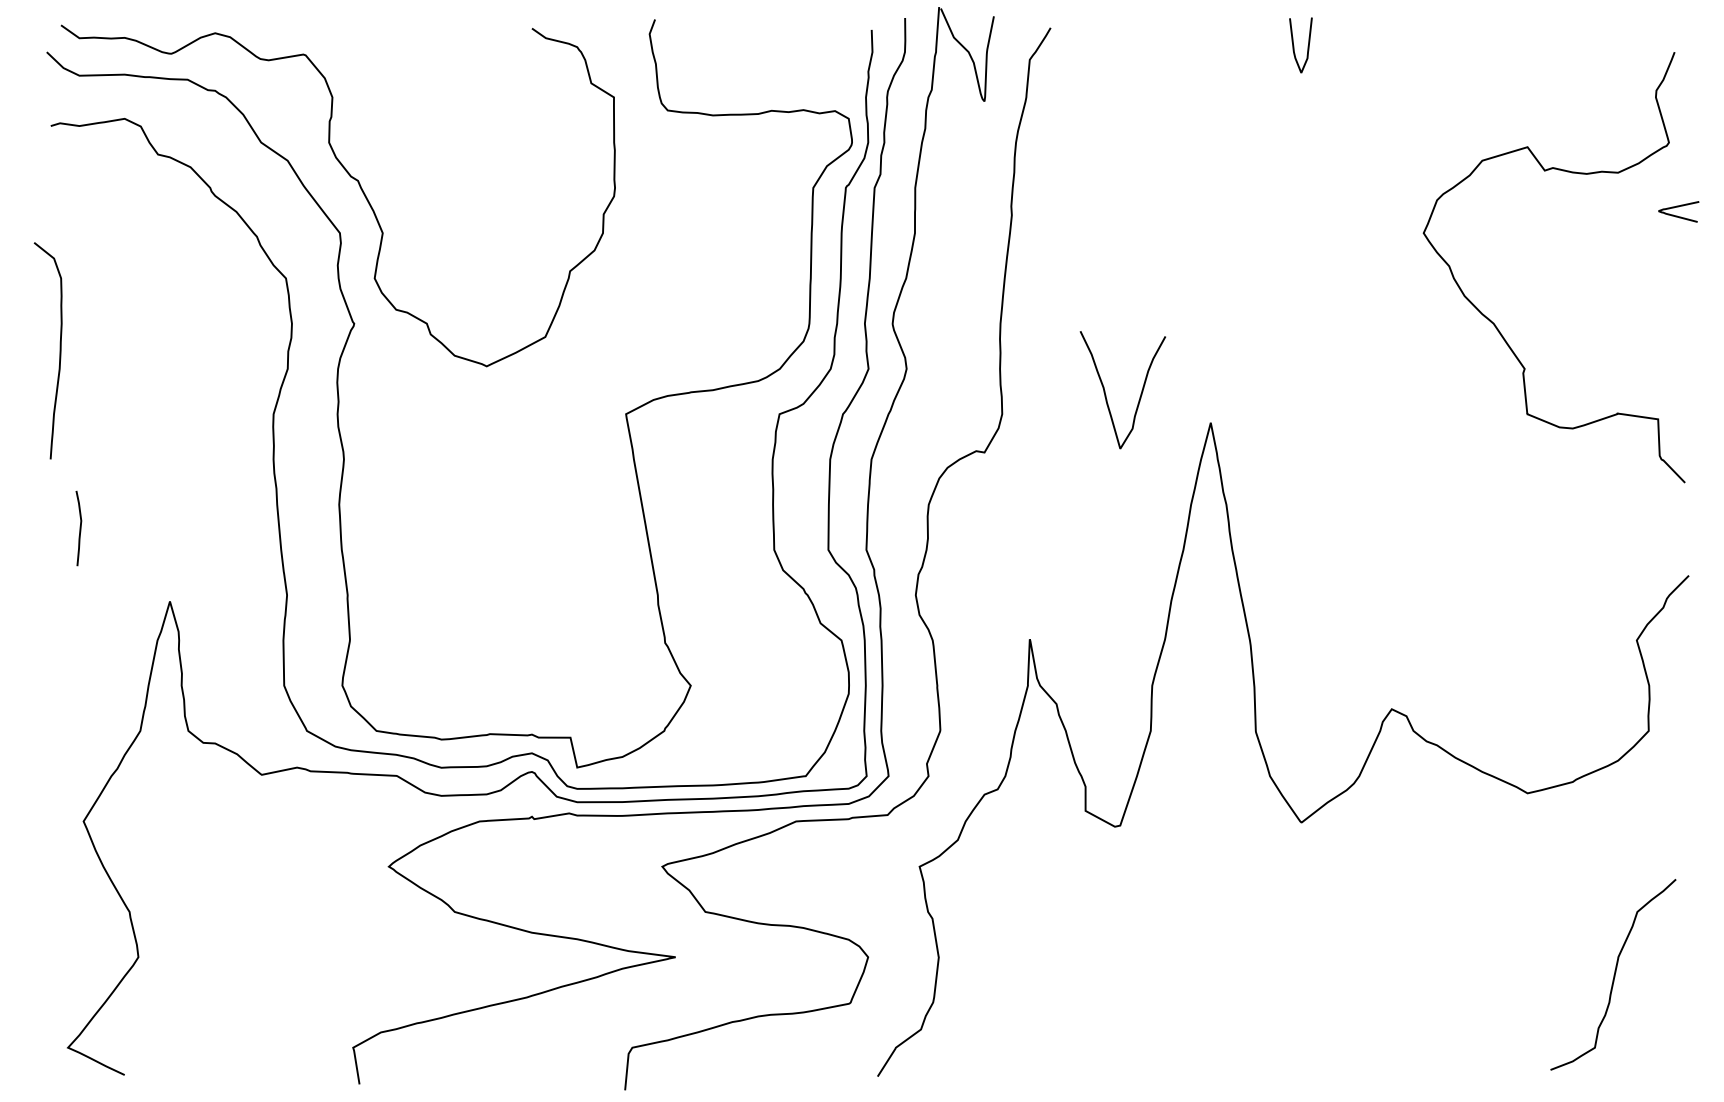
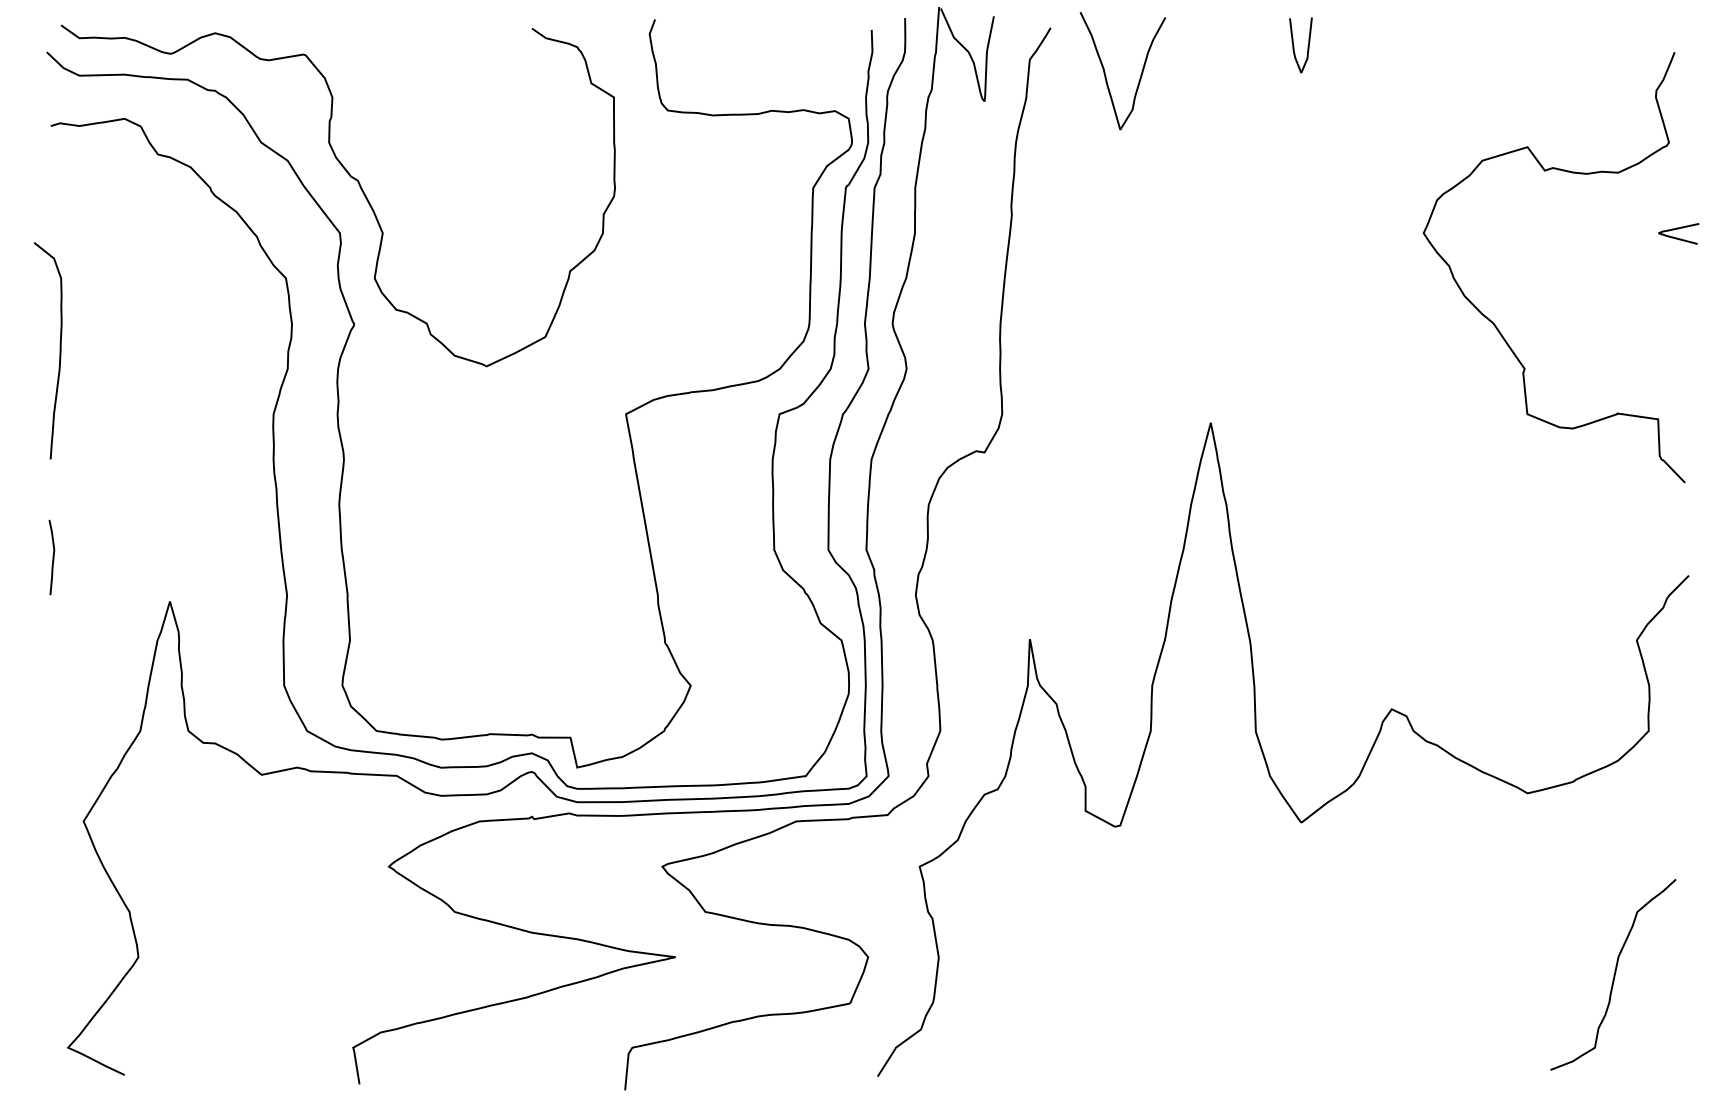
curve at (1678, 207) position: (1678, 207) -> (1678, 229)
curve at (1106, 395) position: (1106, 395) -> (1106, 76)
curve at (79, 528) position: (79, 528) -> (52, 557)
